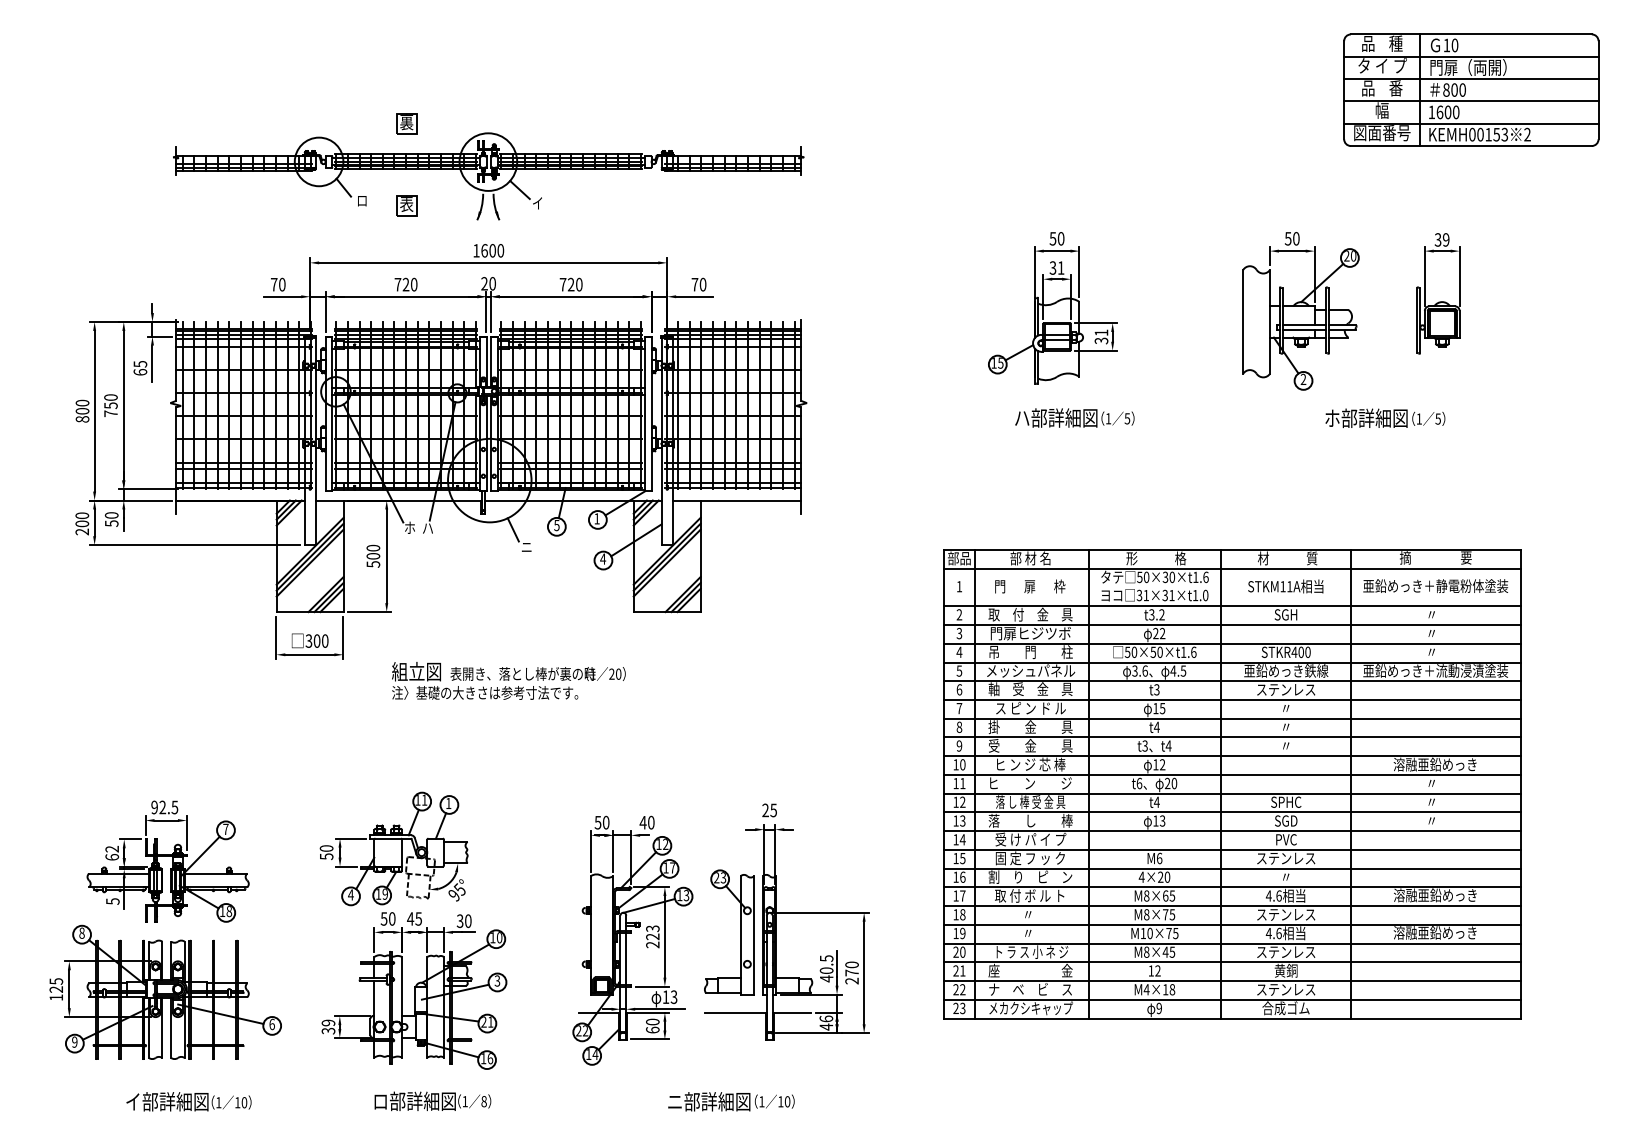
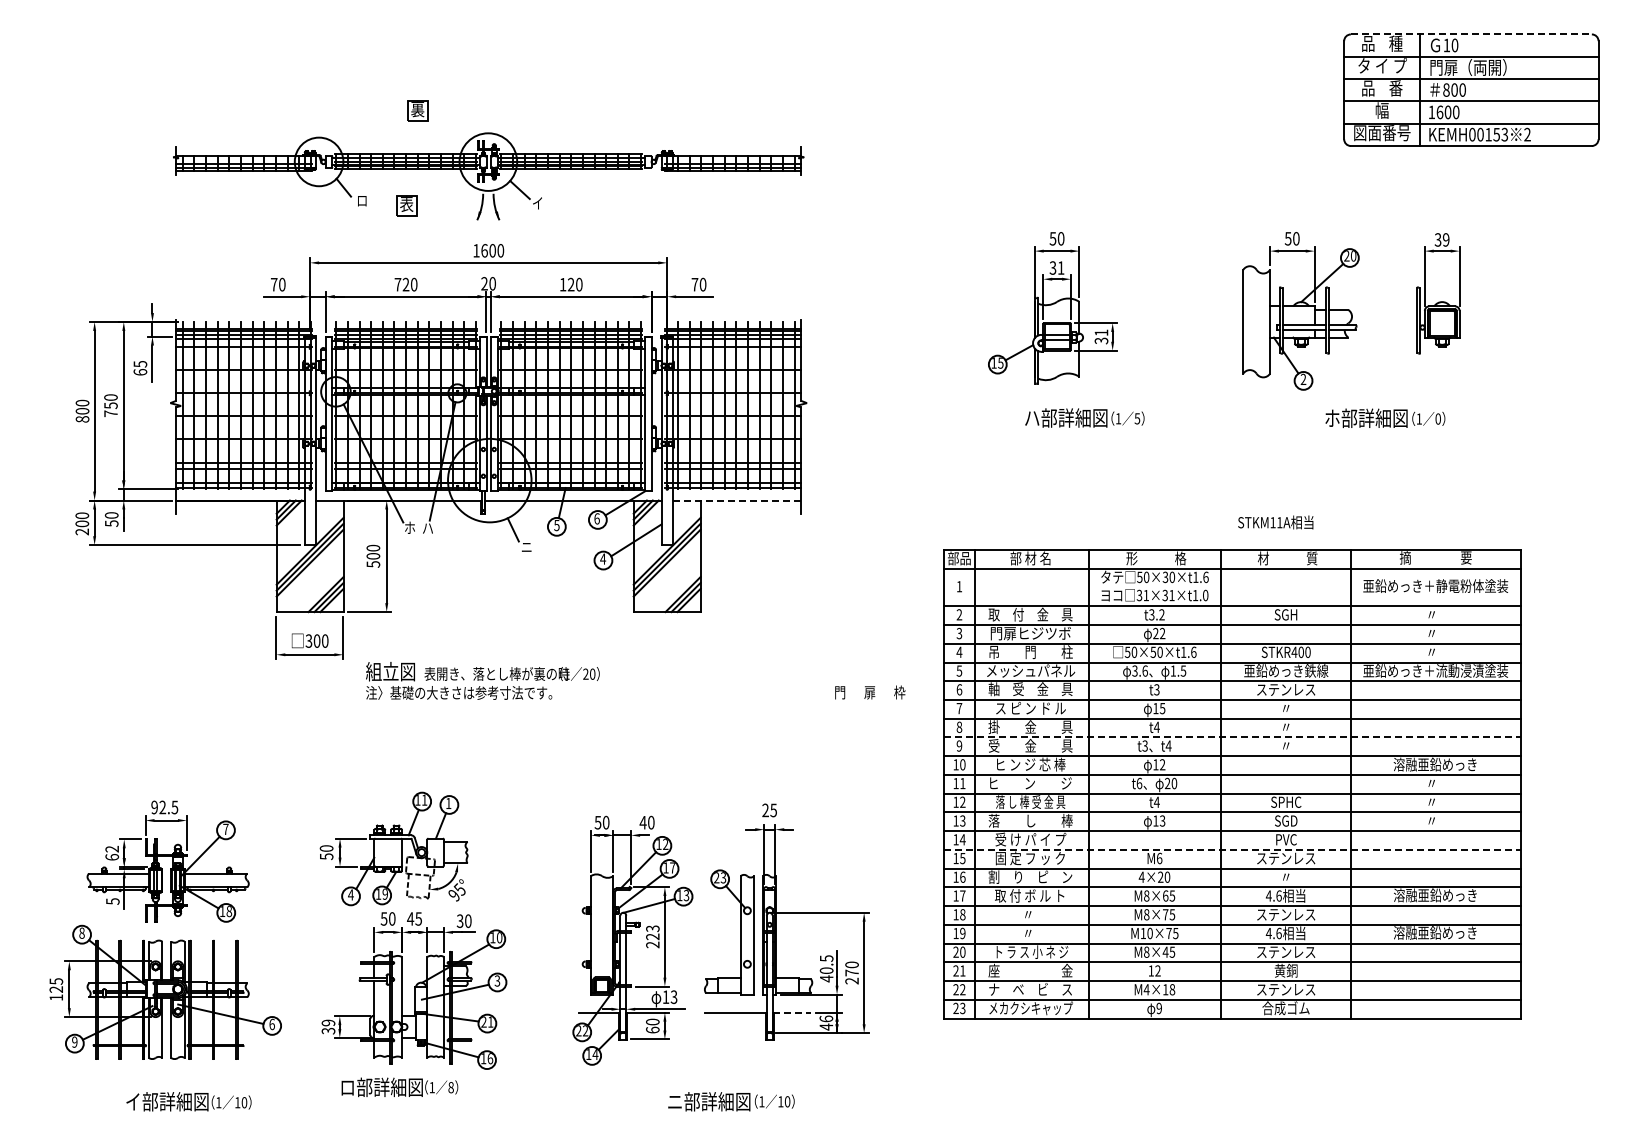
line at (1471, 34): solid -> dashed
part at (406, 123) position: (406, 123) -> (417, 110)
text at (562, 284): 720 -> 120
text at (1074, 417) position: (1074, 417) -> (1084, 417)
text at (1437, 418): 5 -> 0
line at (737, 500): solid -> dashed
text at (596, 518): 1 -> 6
text at (1030, 586) position: (1030, 586) -> (870, 692)
text at (1285, 586) position: (1285, 586) -> (1275, 522)
text at (1173, 670): 4.5 -> 1.5
text at (508, 680) position: (508, 680) -> (482, 680)
line at (1232, 737): solid -> dashed
line at (1232, 849): solid -> dashed
line at (792, 1012): solid -> dashed
text at (432, 1101) position: (432, 1101) -> (399, 1087)
